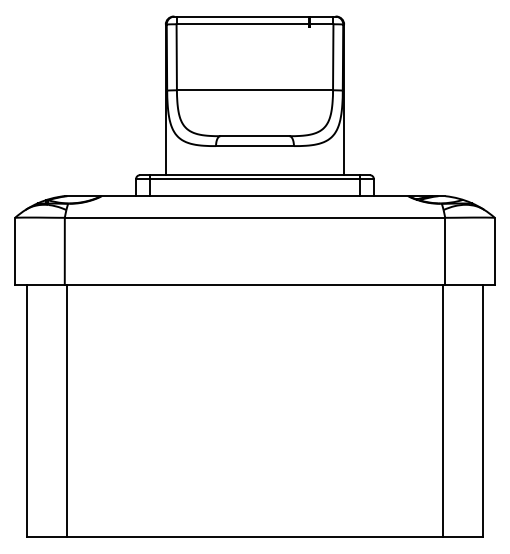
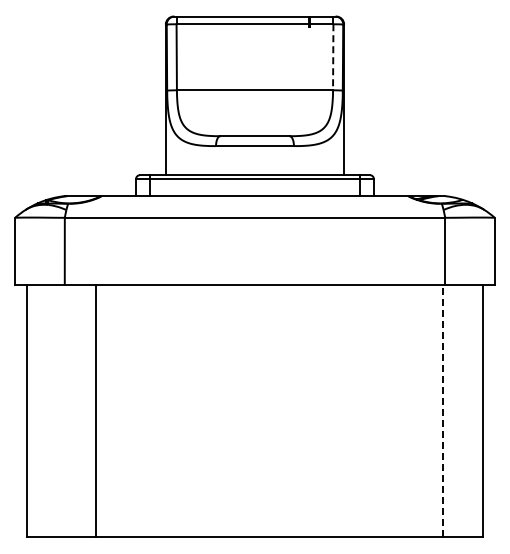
line at (333, 57): solid -> dashed
line at (67, 410) position: (67, 410) -> (96, 410)
line at (442, 410): solid -> dashed
